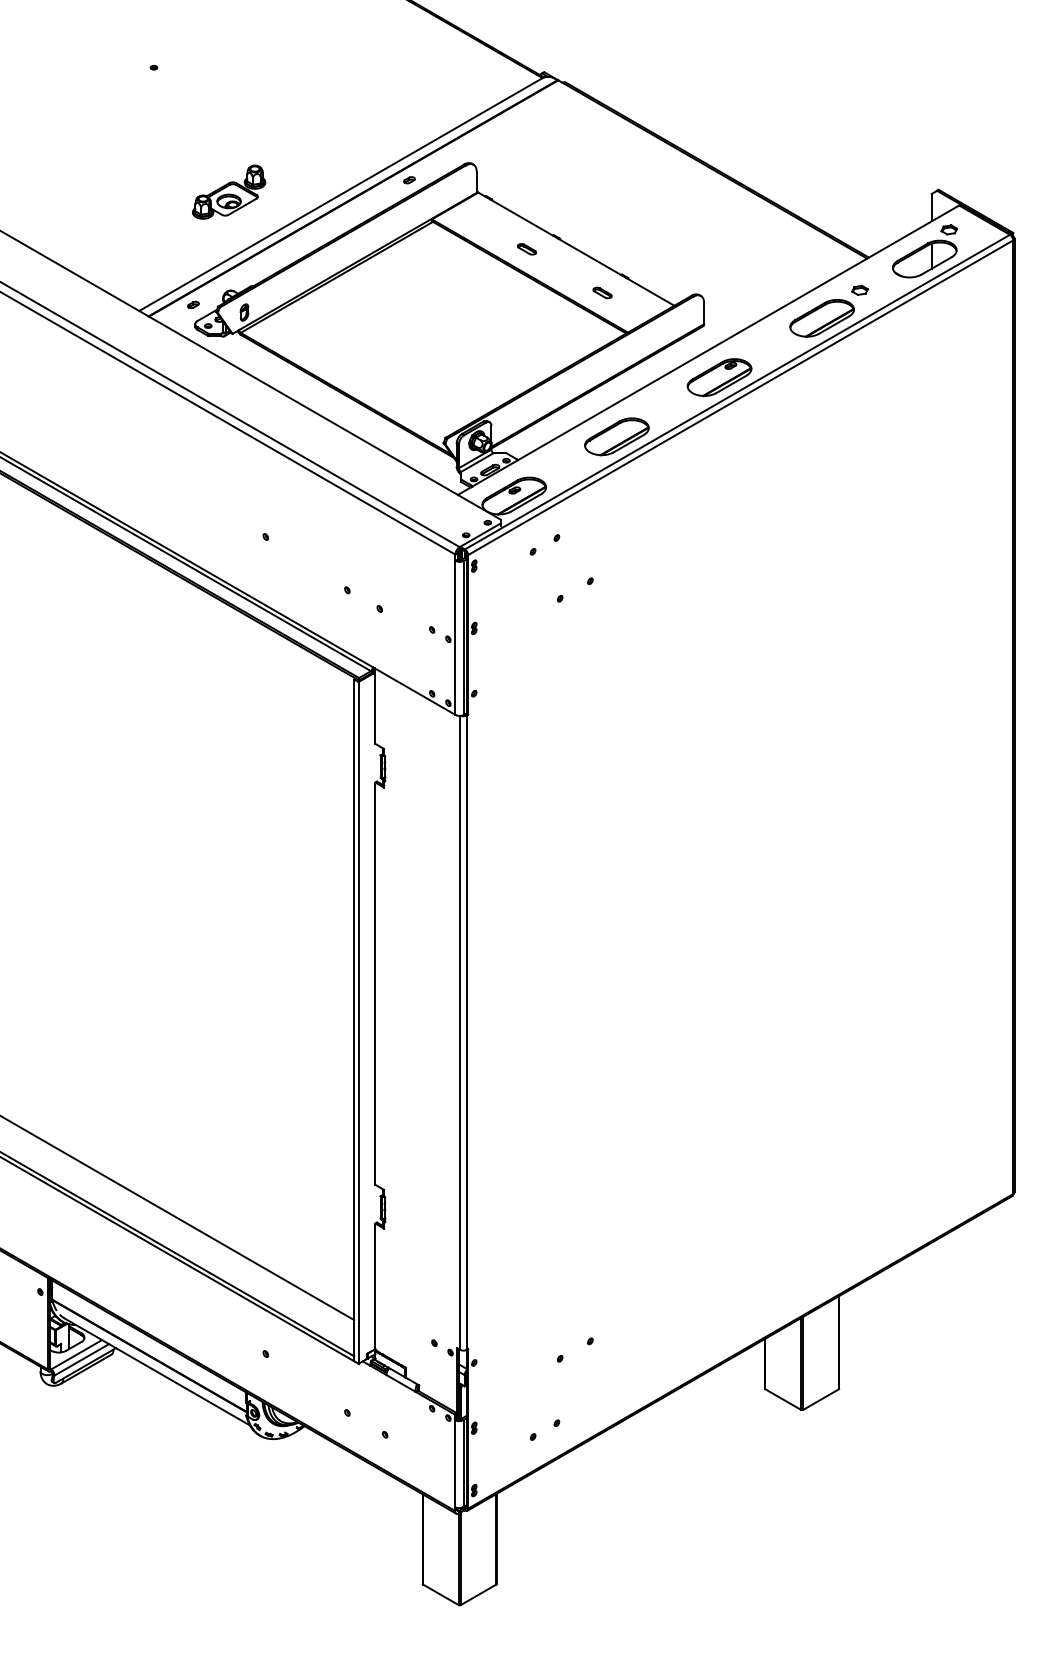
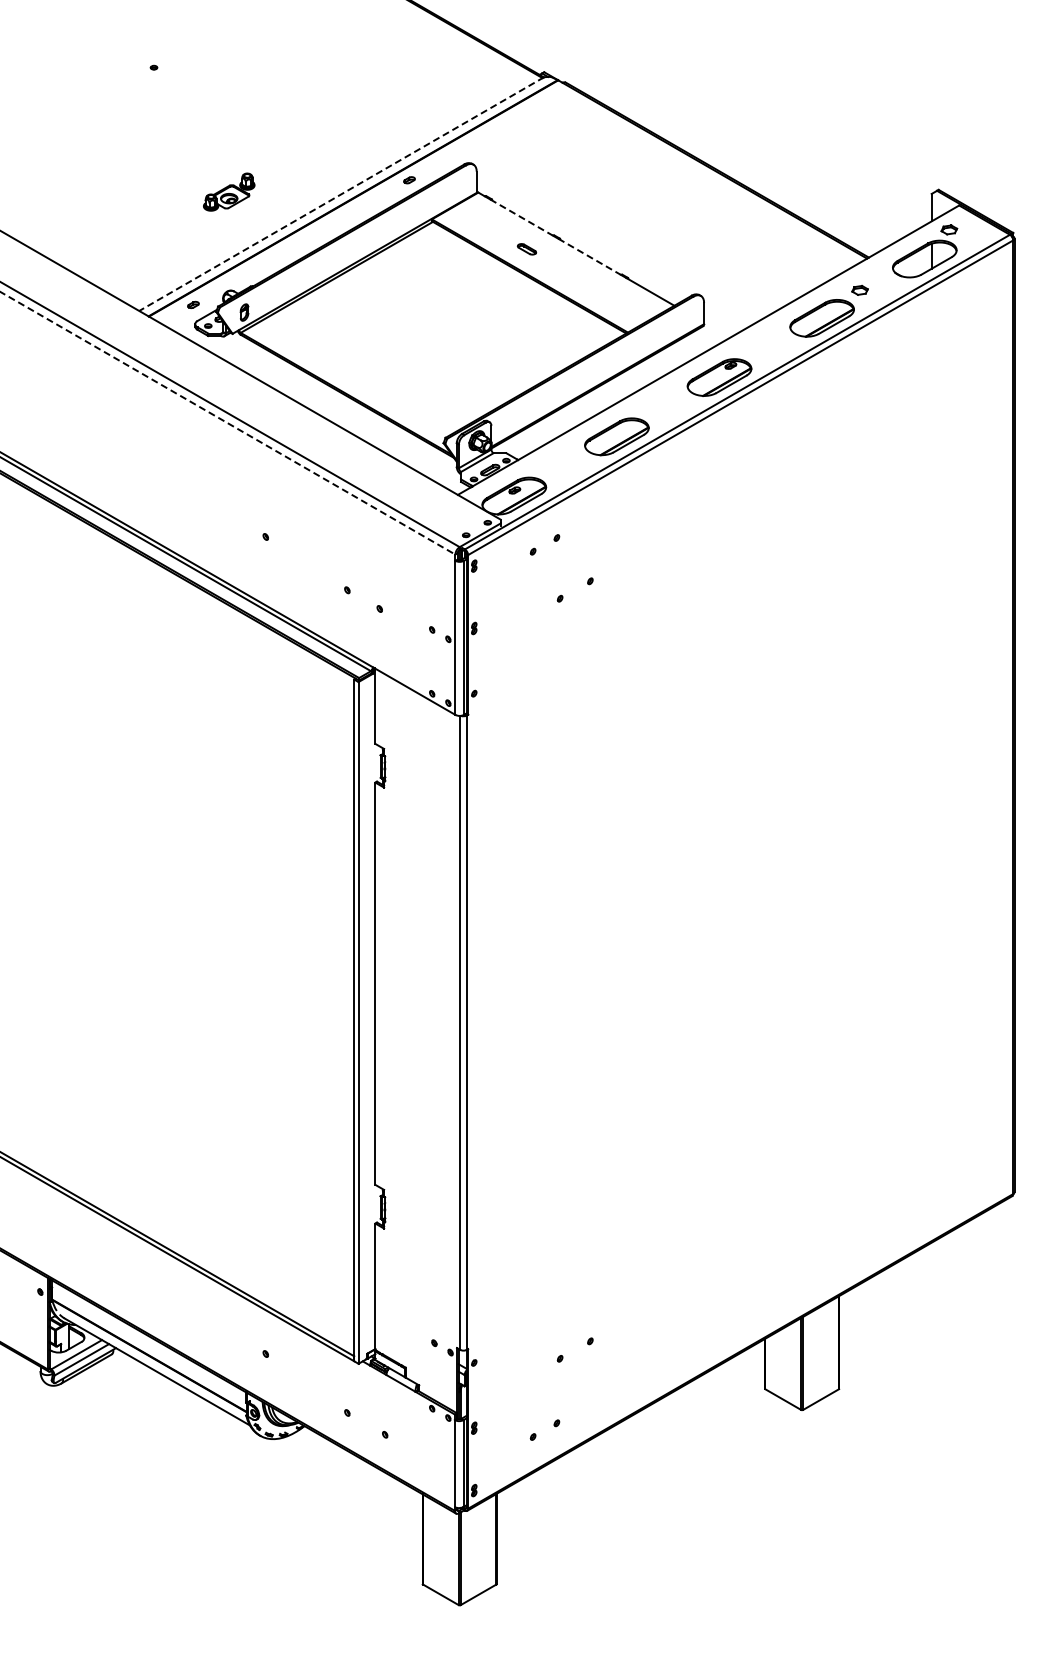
part at (229, 191) size: 75x56 px -> 53x40 px
line at (341, 194): solid -> dashed
line at (522, 217): solid -> dashed
line at (590, 257): solid -> dashed
part at (602, 292): present -> none
line at (228, 423): solid -> dashed
line at (178, 1218): present -> none
